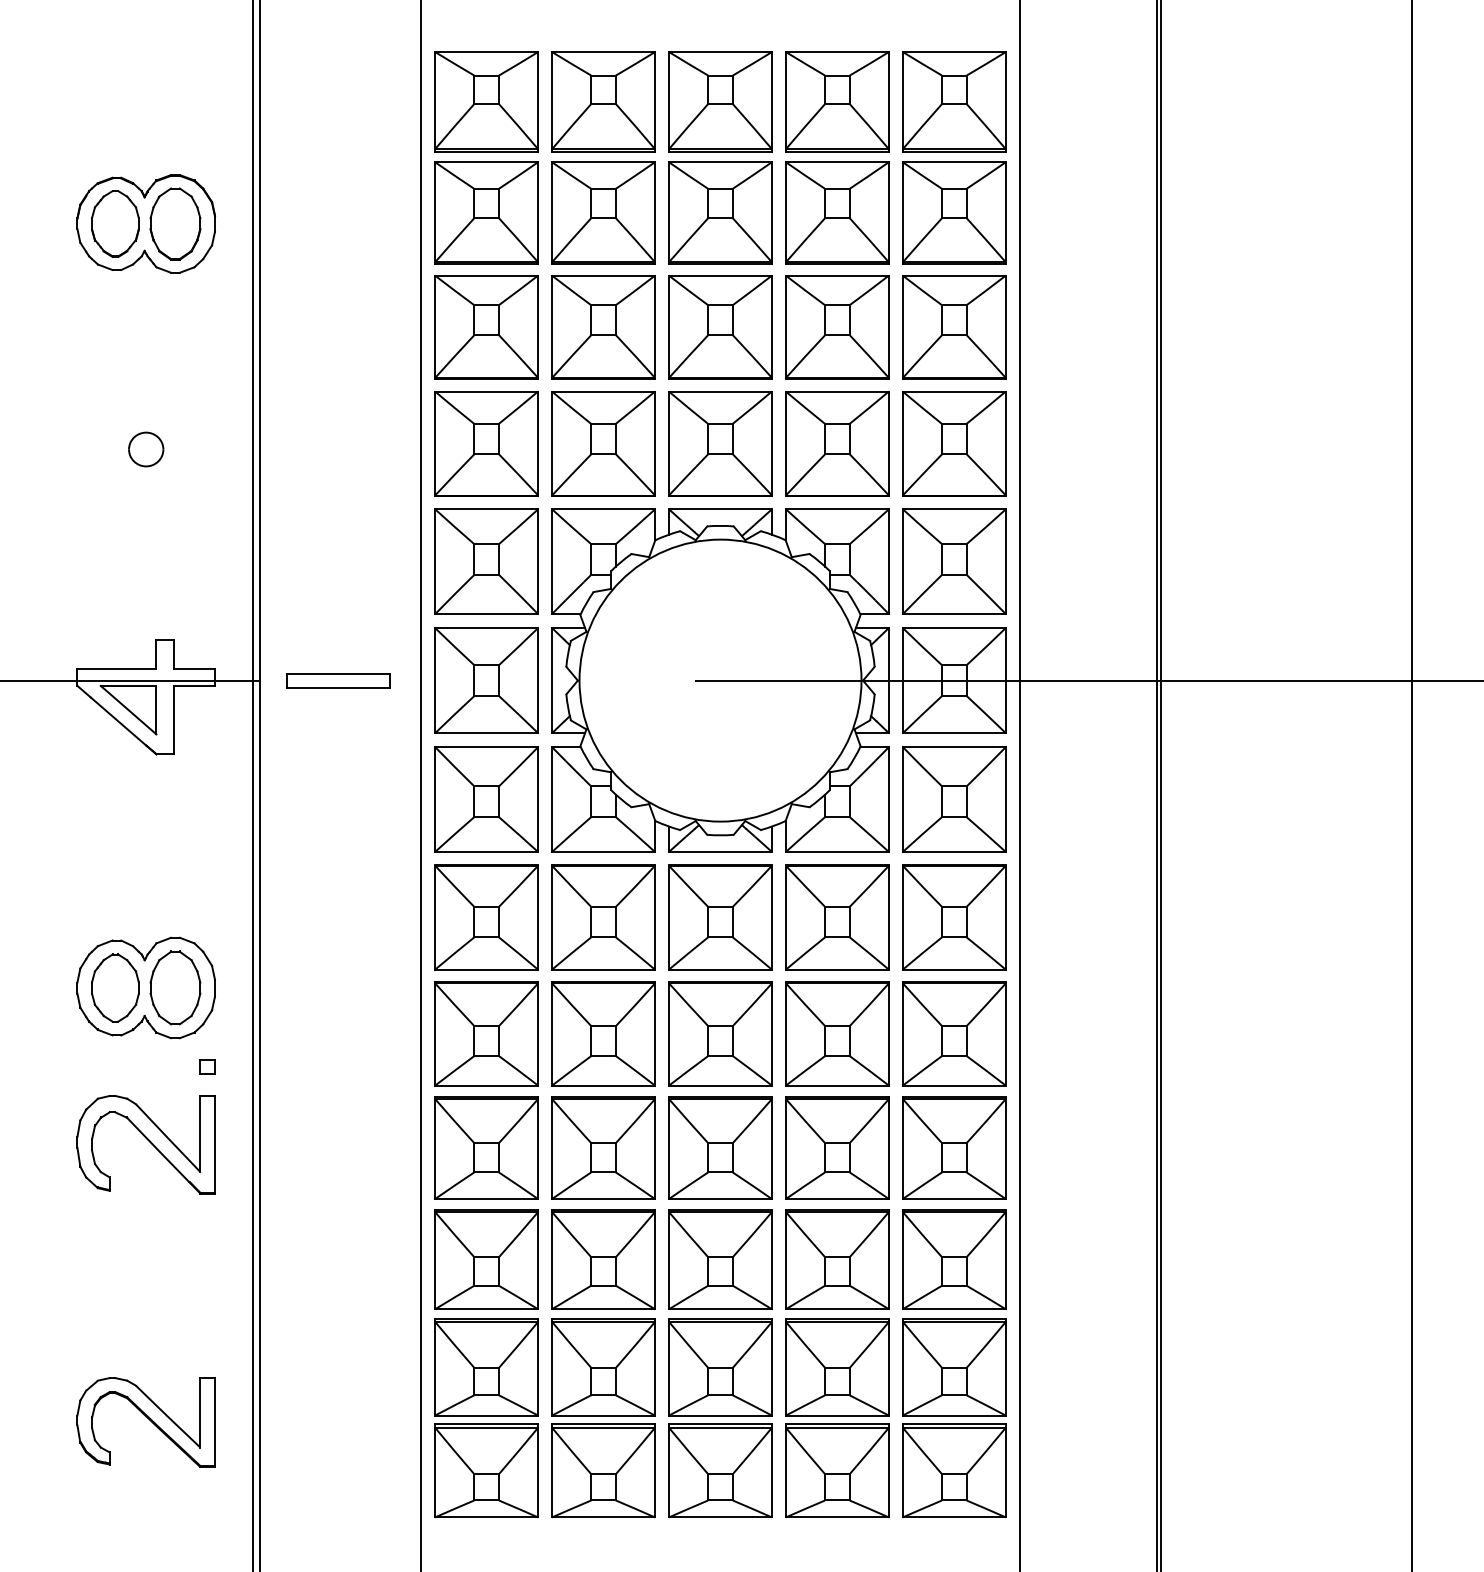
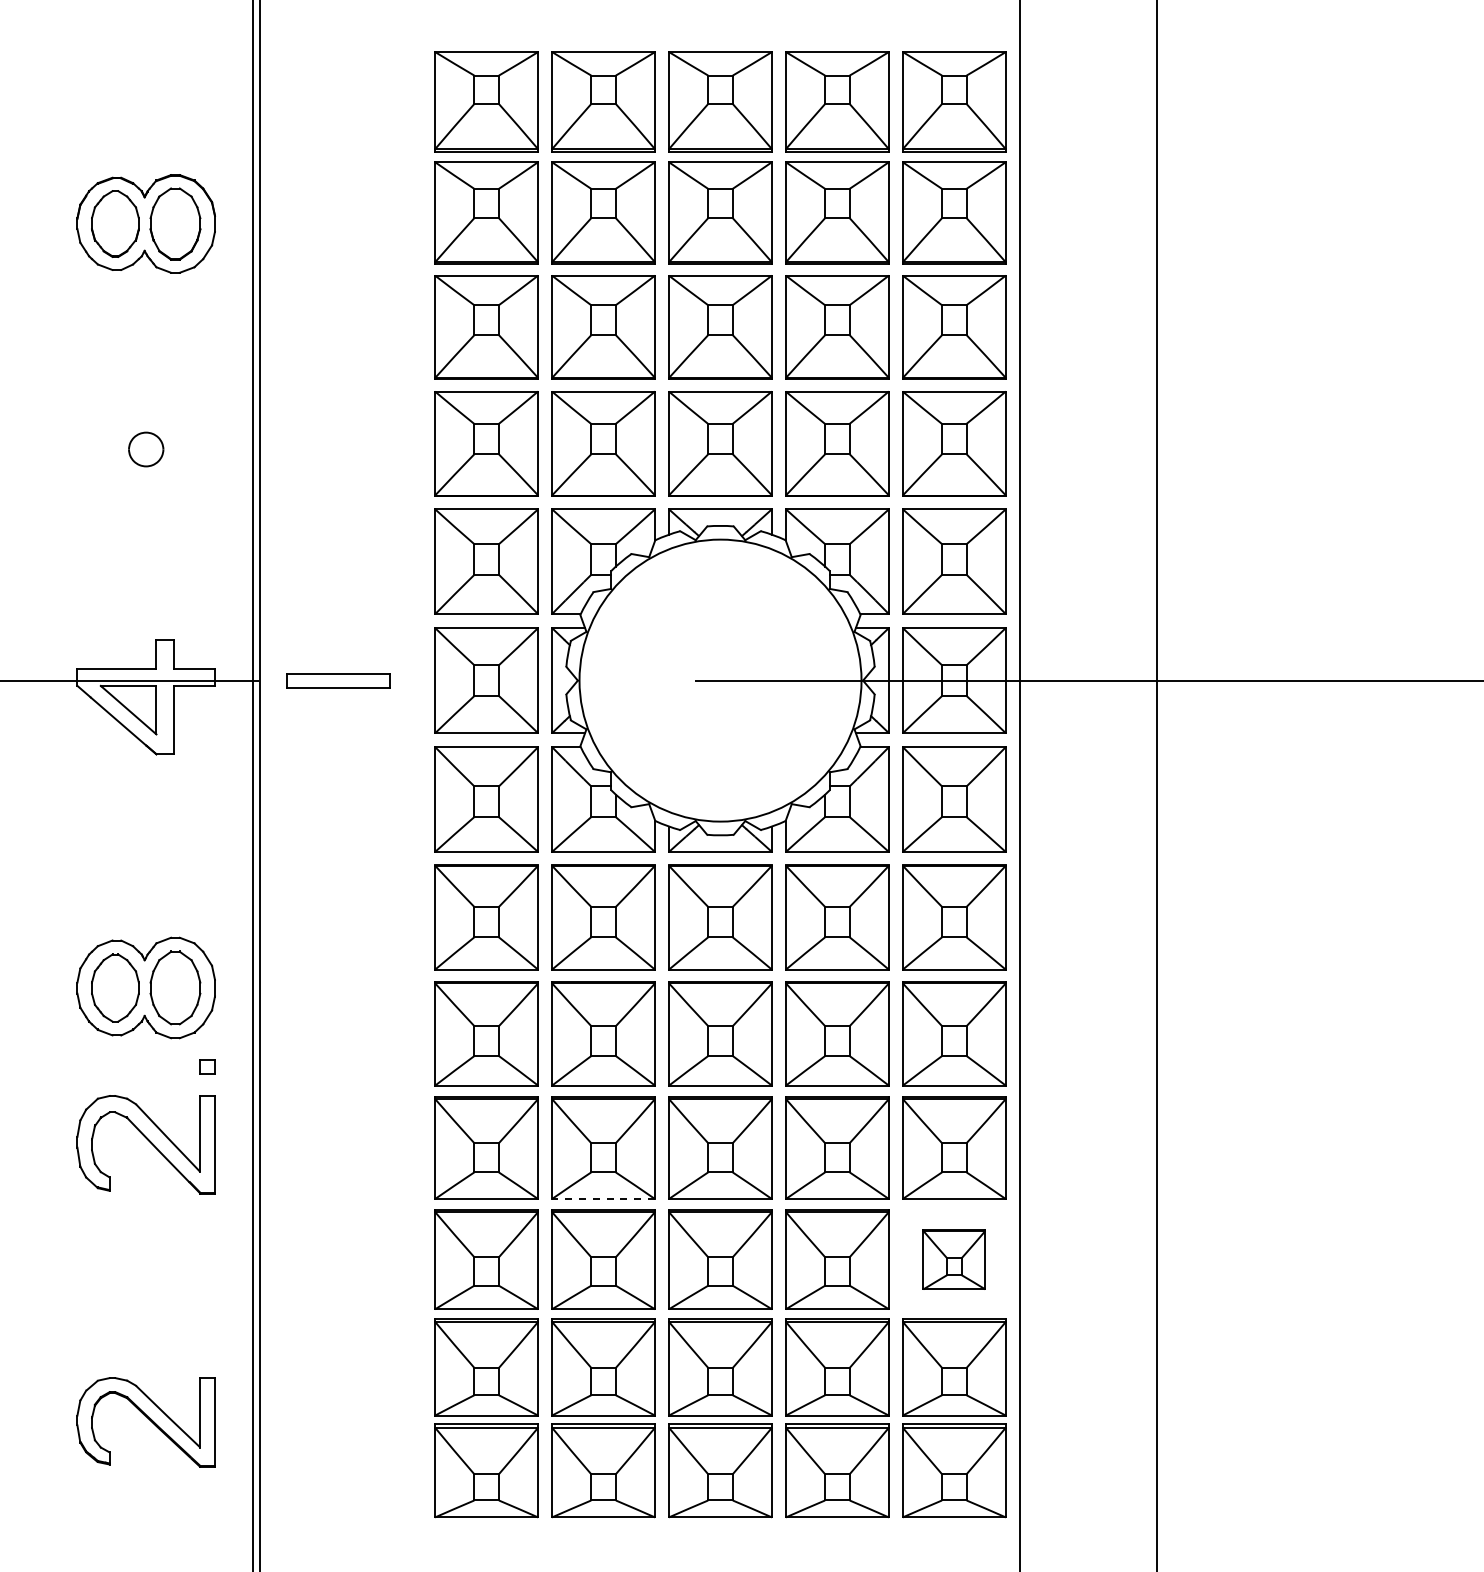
line at (421, 785): present -> none
line at (1160, 785): present -> none
line at (1411, 785): present -> none
line at (603, 1199): solid -> dashed
part at (954, 1259) size: 105x101 px -> 64x61 px
